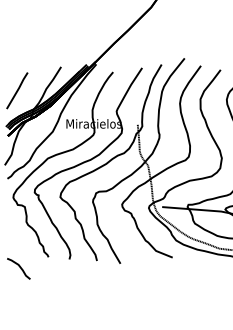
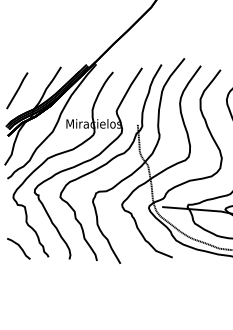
curve at (19, 267) position: (19, 267) -> (19, 247)
